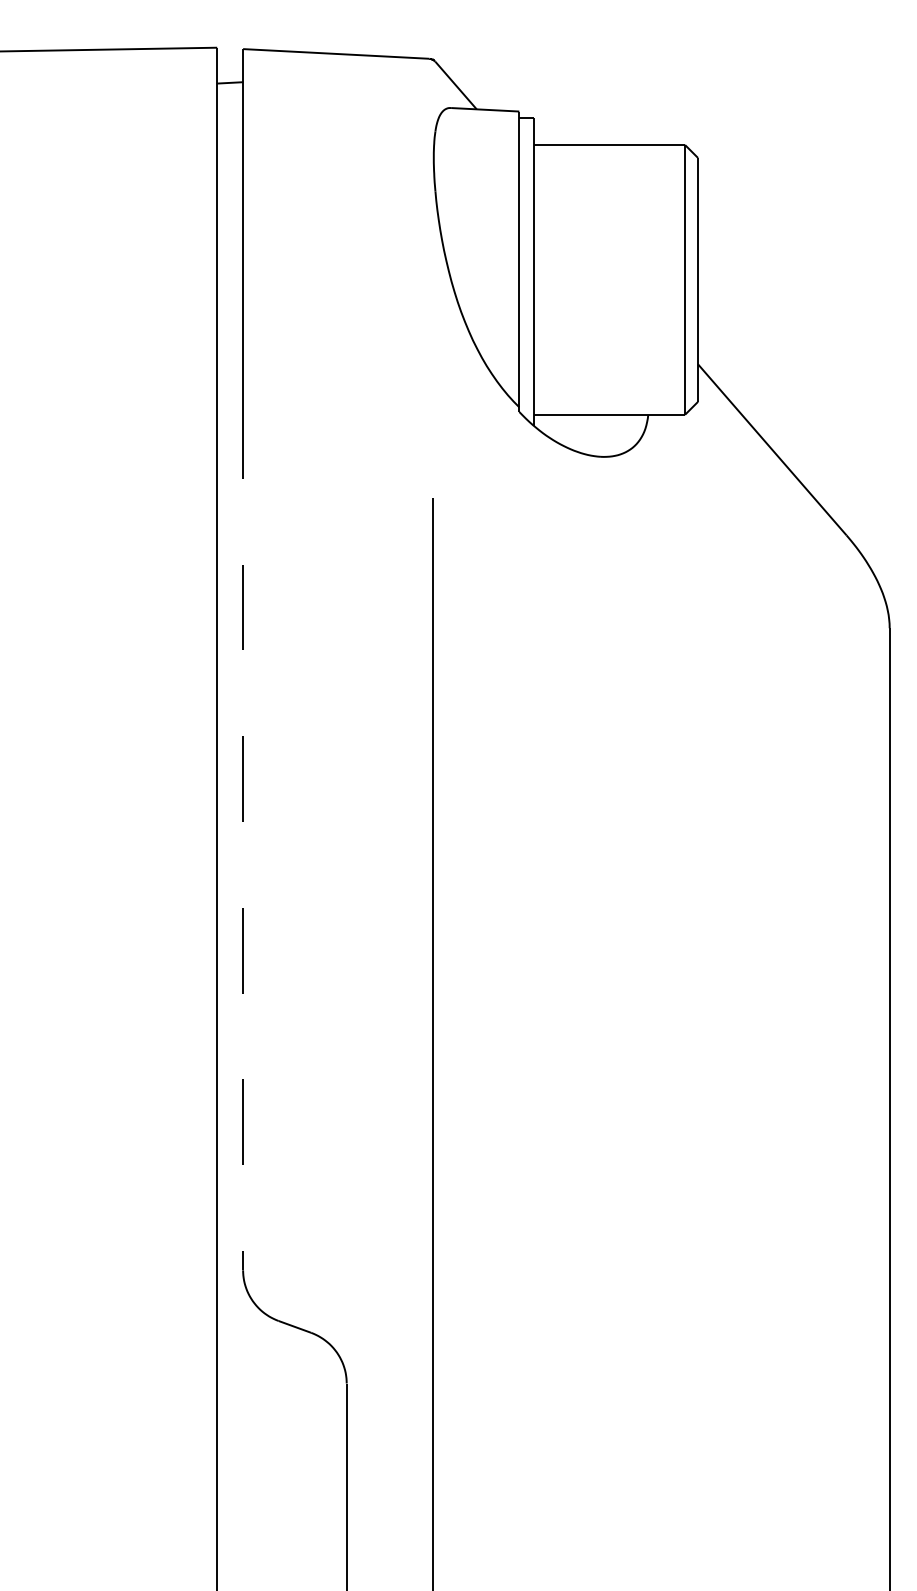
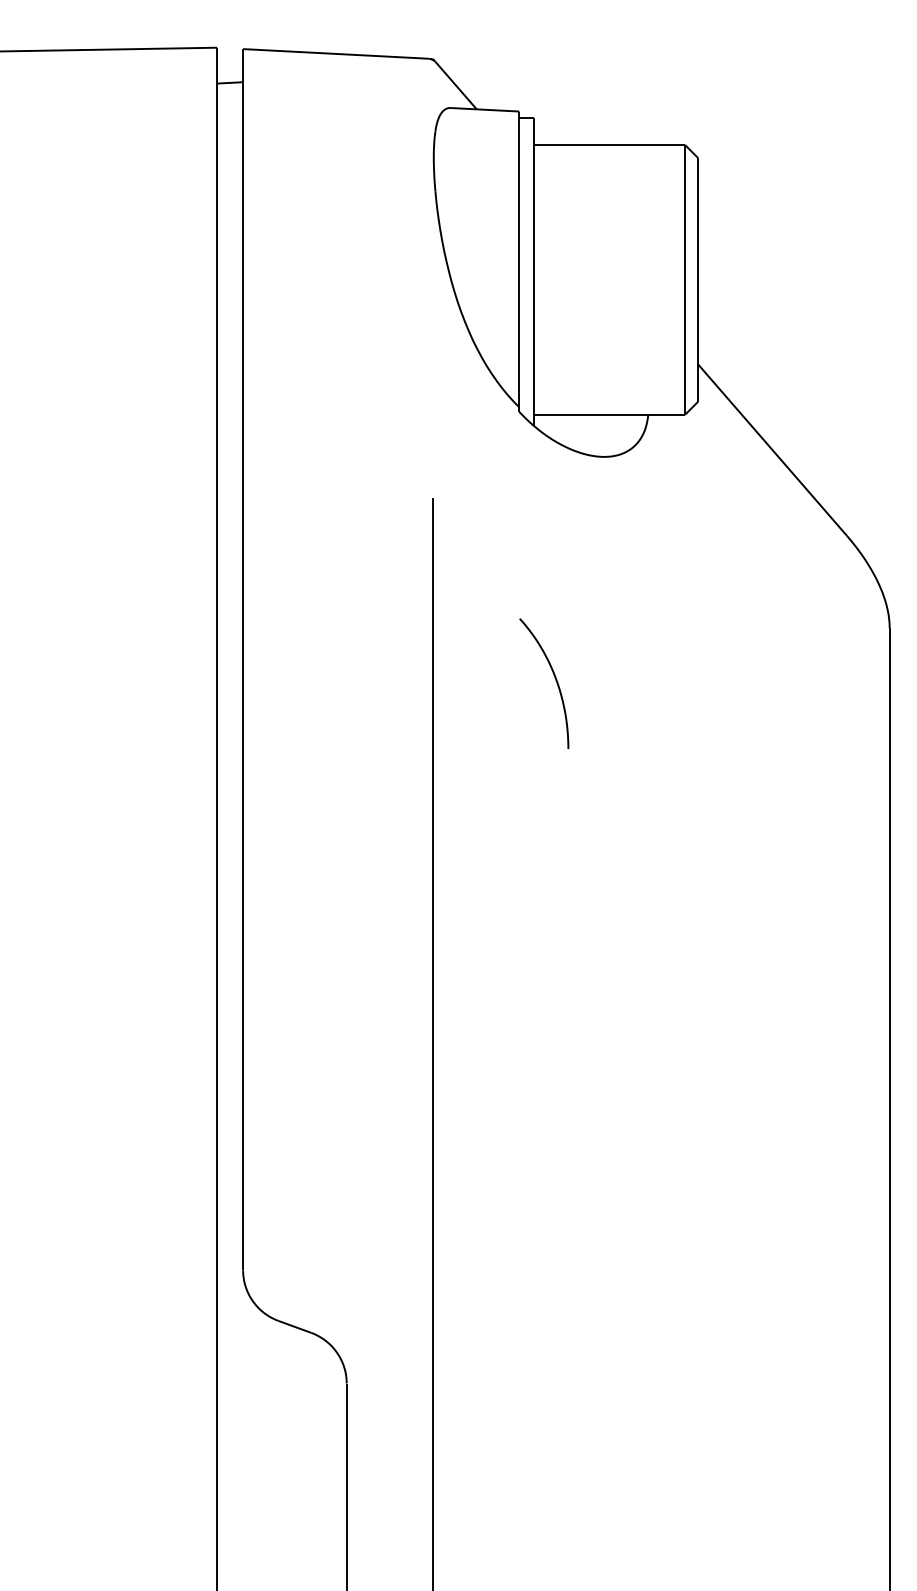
curve at (554, 678): none -> present
line at (243, 831): dashed -> solid
